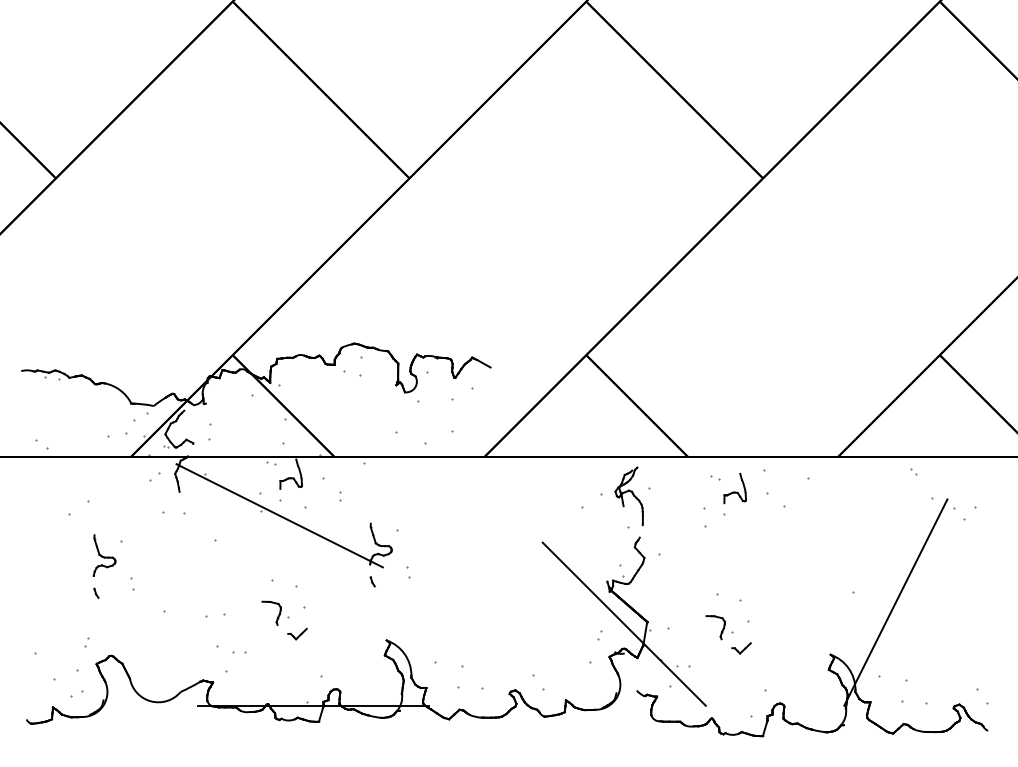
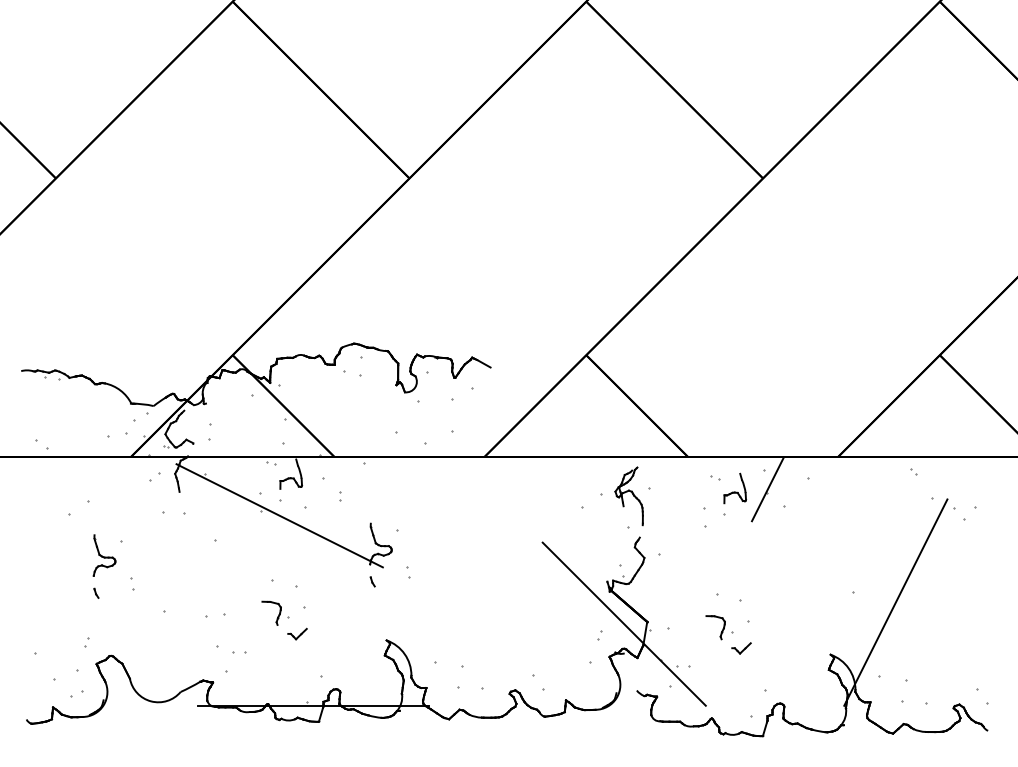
line at (767, 489): none -> present
